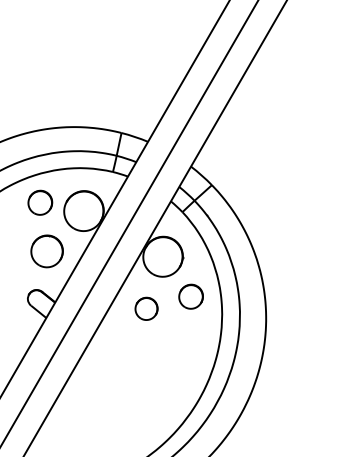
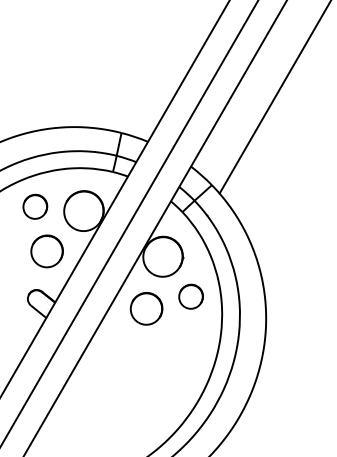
line at (274, 97): none -> present
part at (40, 202) position: (40, 202) -> (35, 206)
part at (146, 308) size: 25x25 px -> 35x34 px
